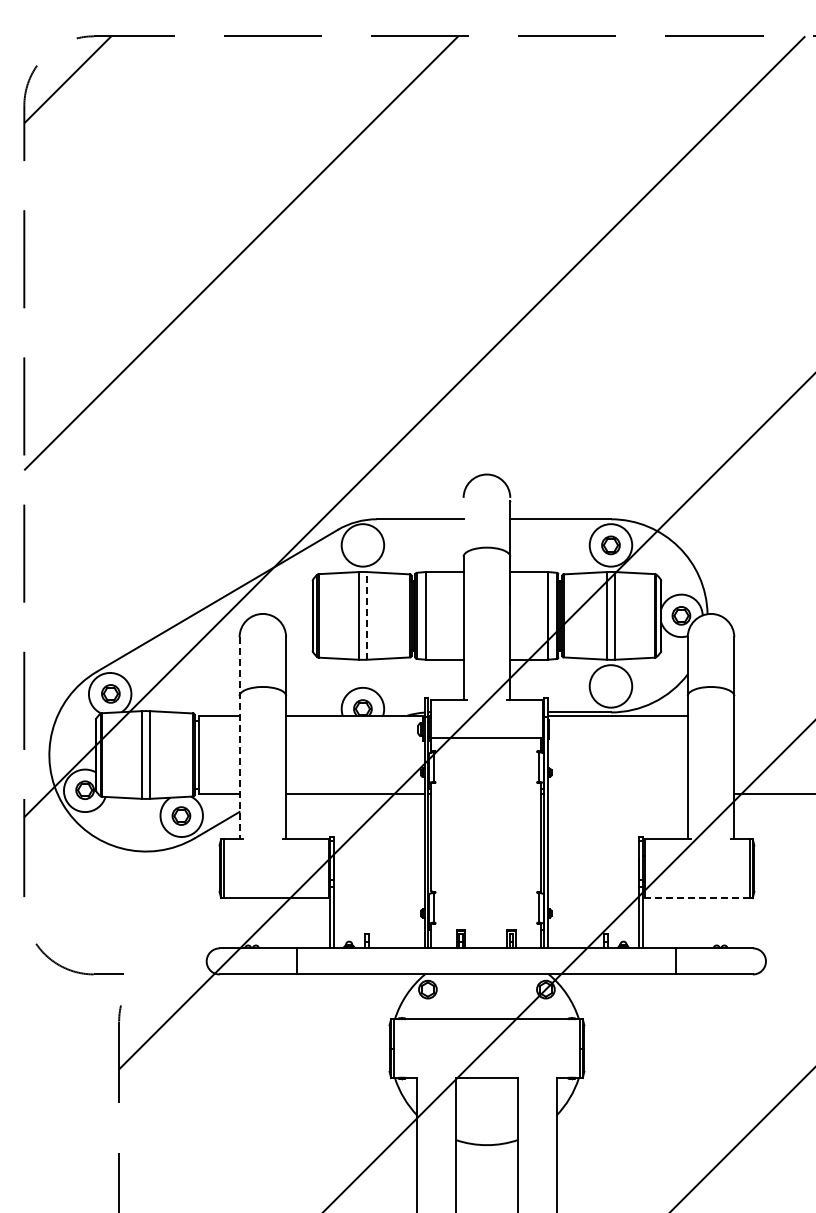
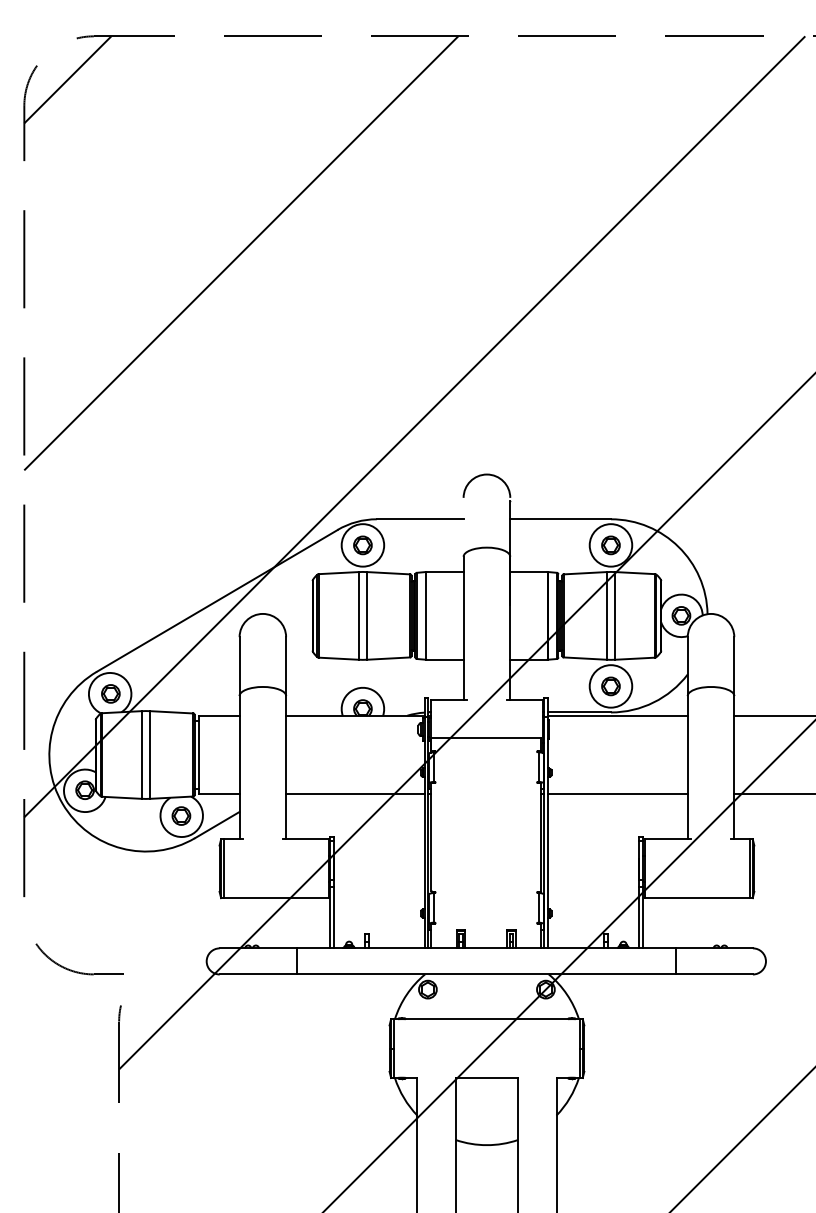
part at (362, 545): none -> present
line at (366, 615): dashed -> solid
part at (610, 686): none -> present
line at (773, 715): none -> present
line at (239, 738): dashed -> solid
line at (617, 794): none -> present
line at (697, 898): dashed -> solid
